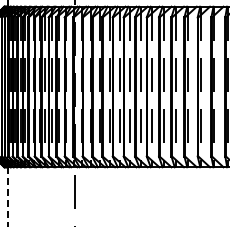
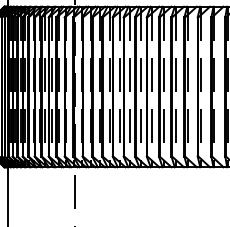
line at (8, 196): dashed -> solid
